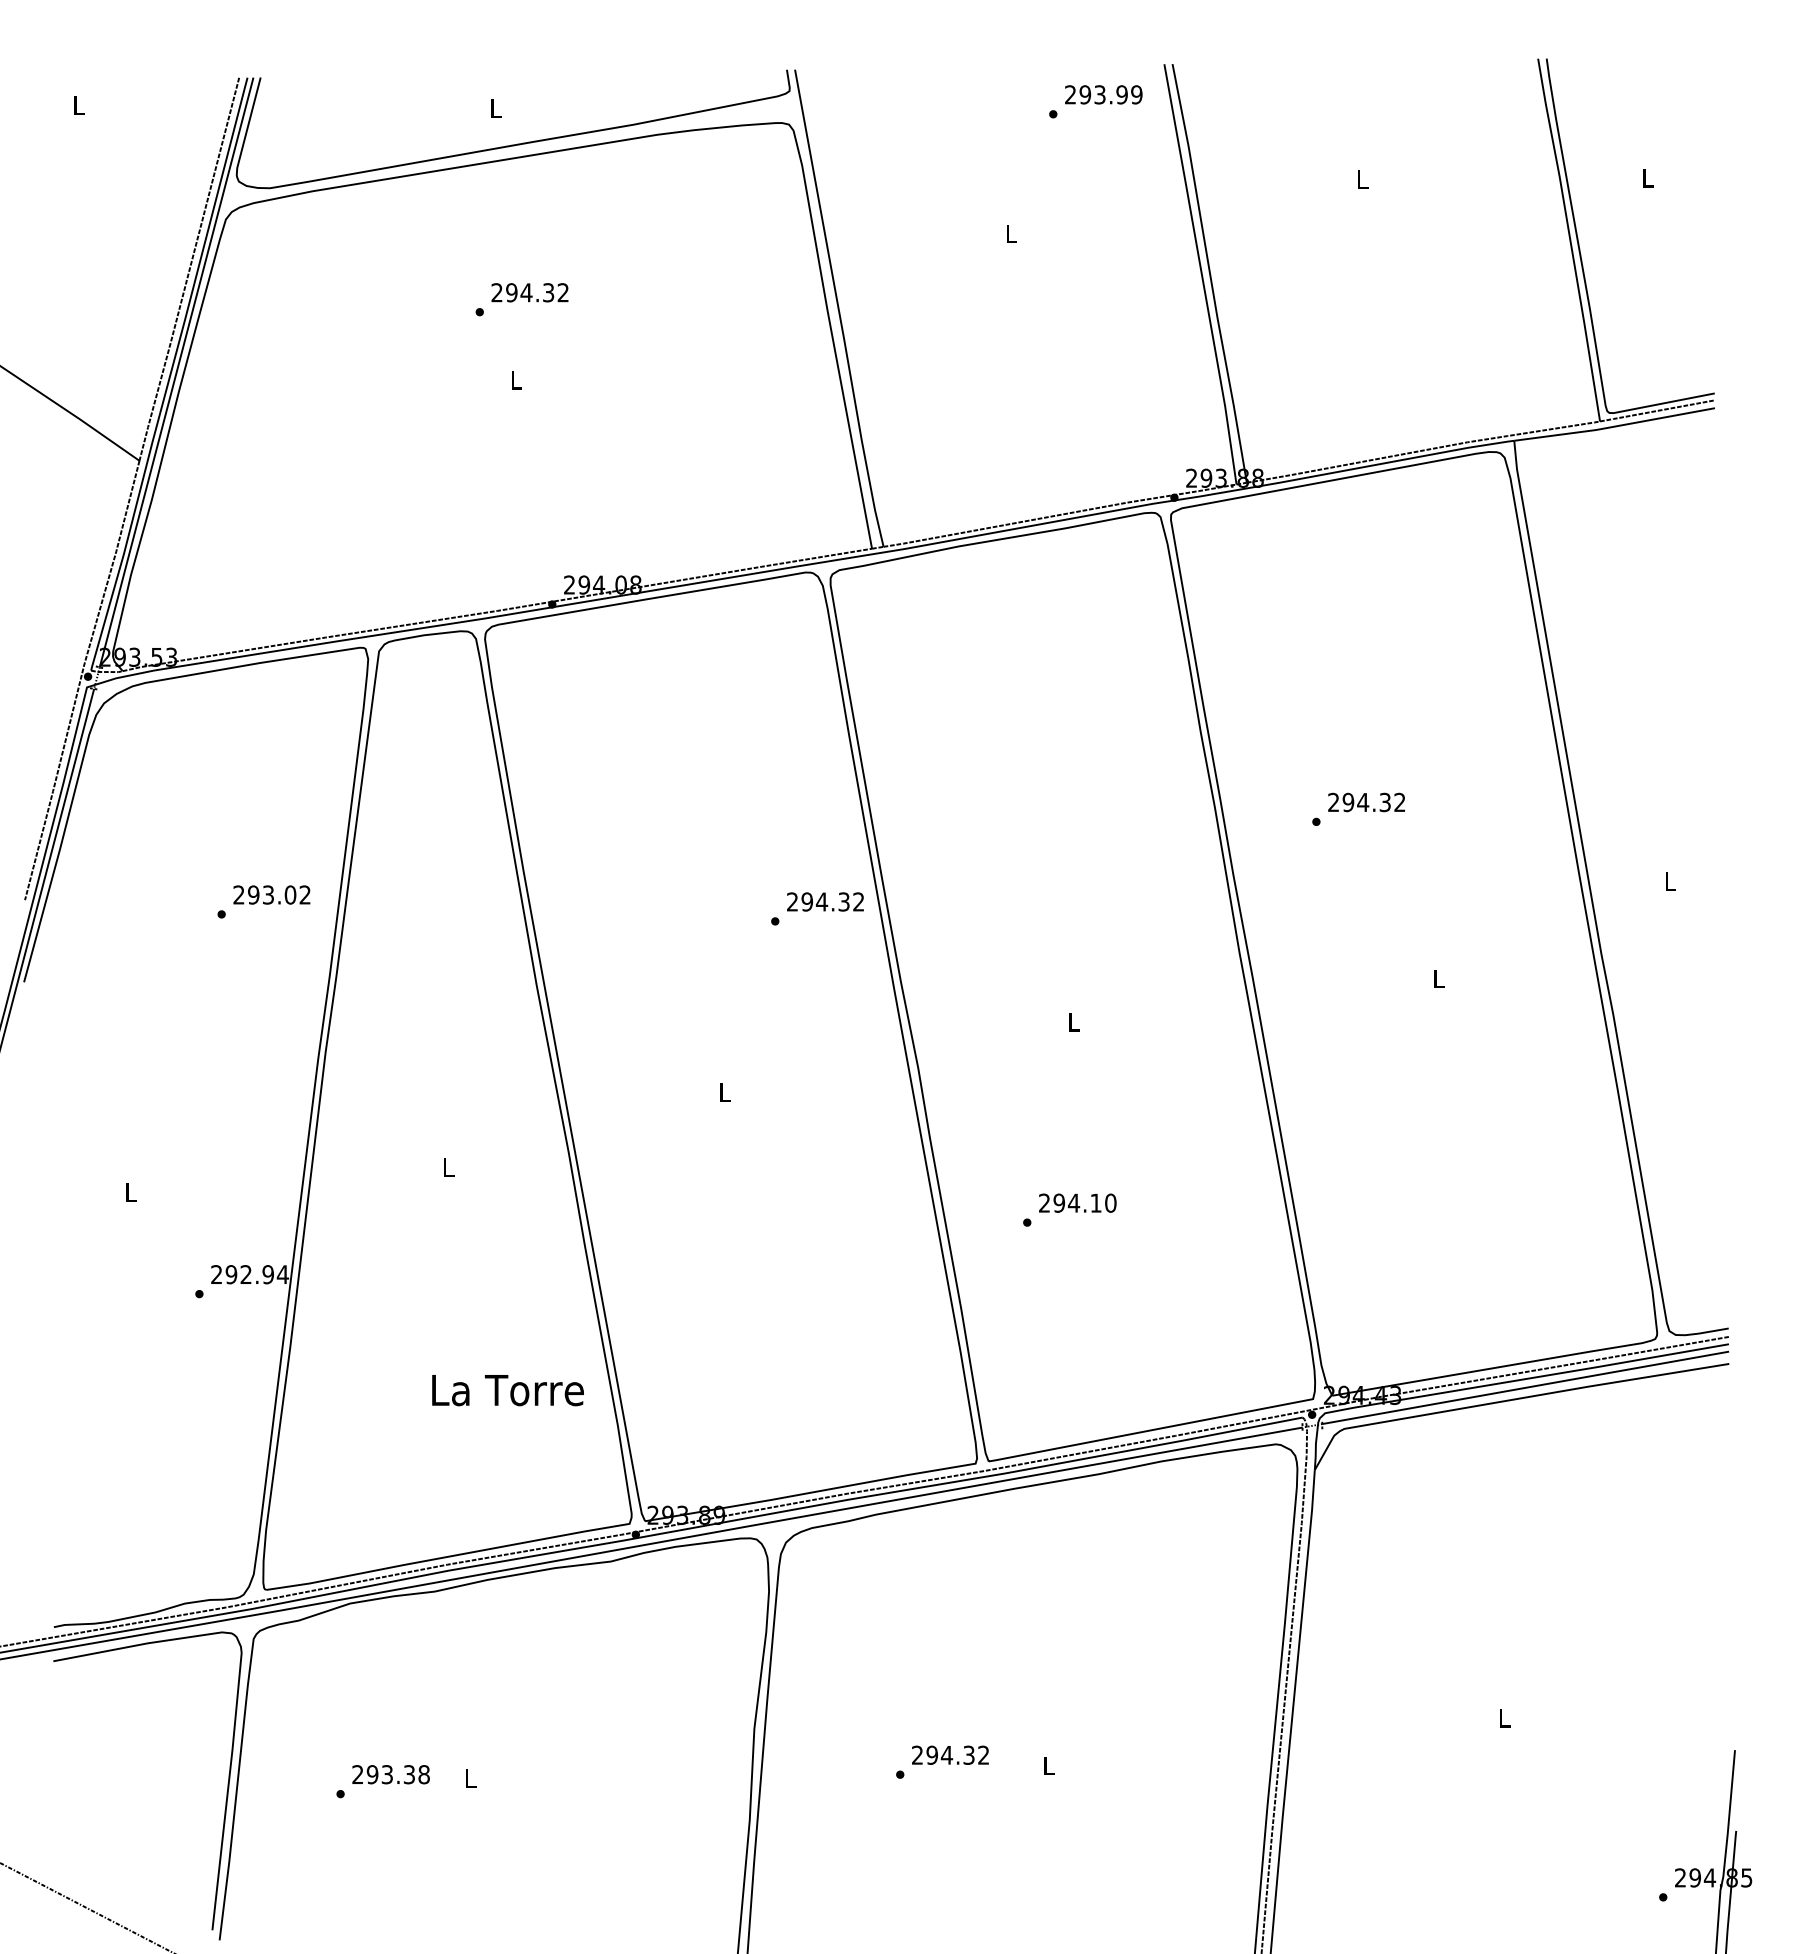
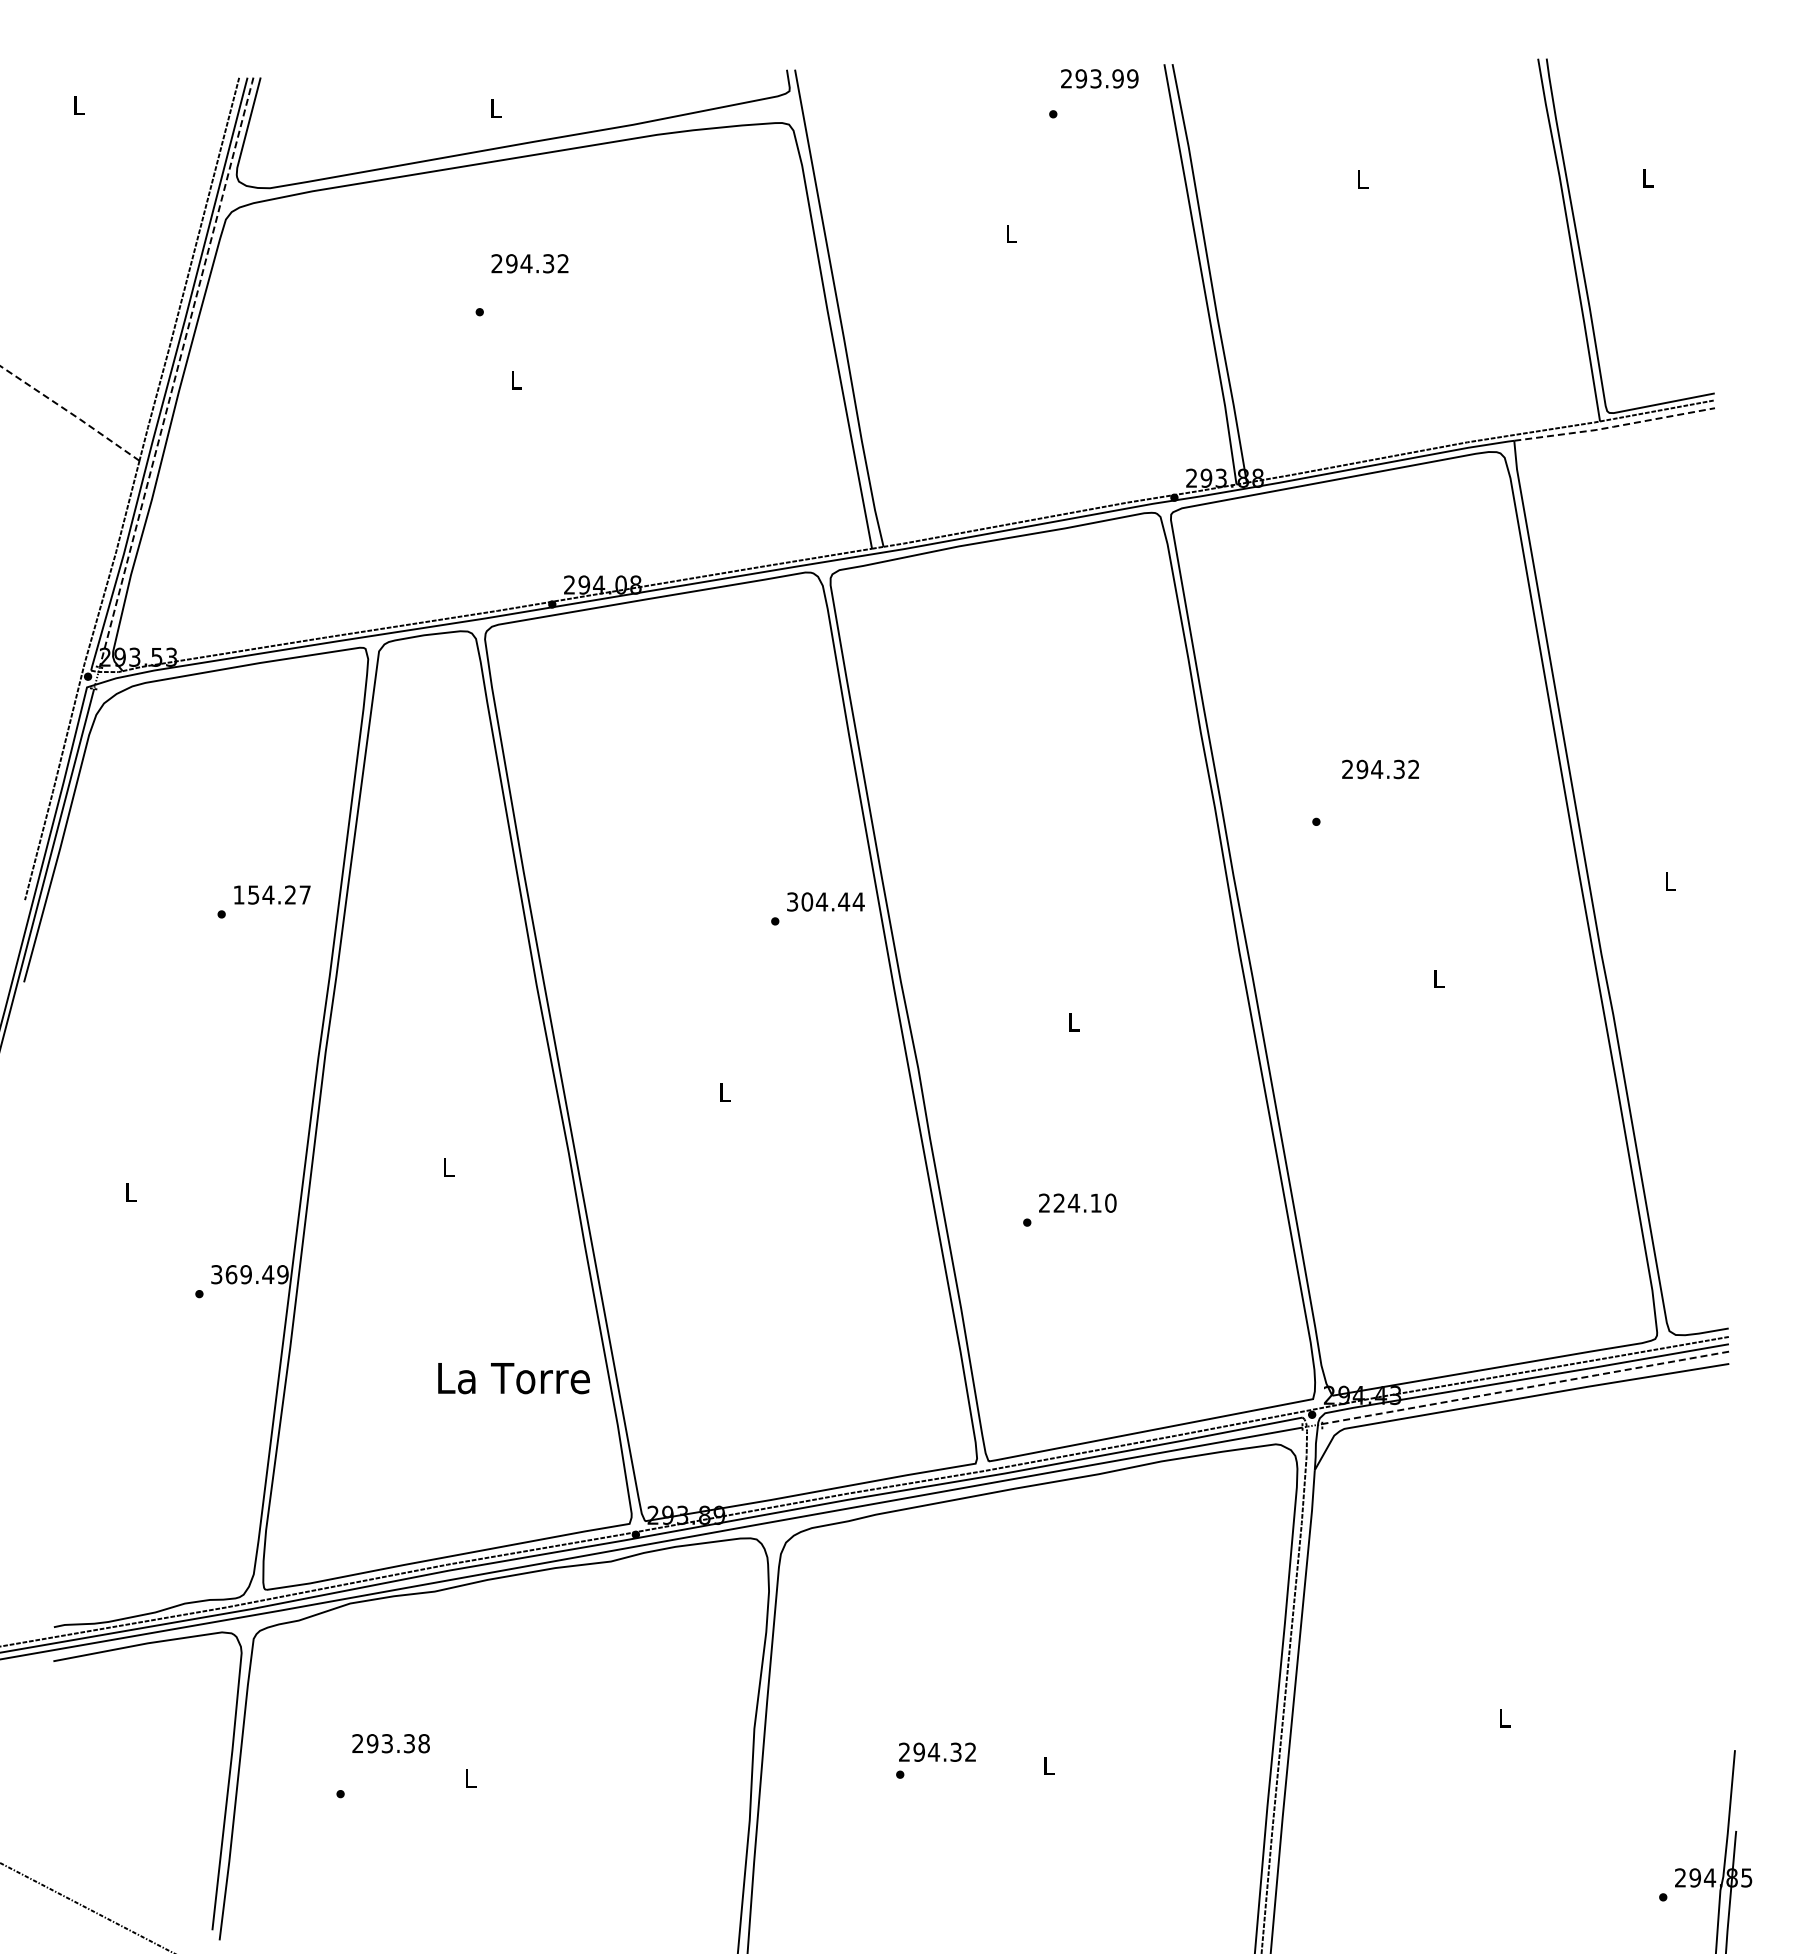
text at (1103, 94) position: (1103, 94) -> (1099, 78)
text at (529, 292) position: (529, 292) -> (529, 263)
line at (176, 371): solid -> dashed
line at (70, 413): solid -> dashed
line at (1614, 426): solid -> dashed
text at (1366, 802) position: (1366, 802) -> (1380, 769)
text at (271, 894): 293.02 -> 154.27
text at (825, 901): 294.32 -> 304.44
text at (1059, 1202): 294.10 -> 224.10
text at (250, 1274): 292.94 -> 369.49
line at (1525, 1387): solid -> dashed
text at (507, 1390) position: (507, 1390) -> (513, 1378)
text at (950, 1754) position: (950, 1754) -> (937, 1751)
text at (390, 1774) position: (390, 1774) -> (390, 1743)
